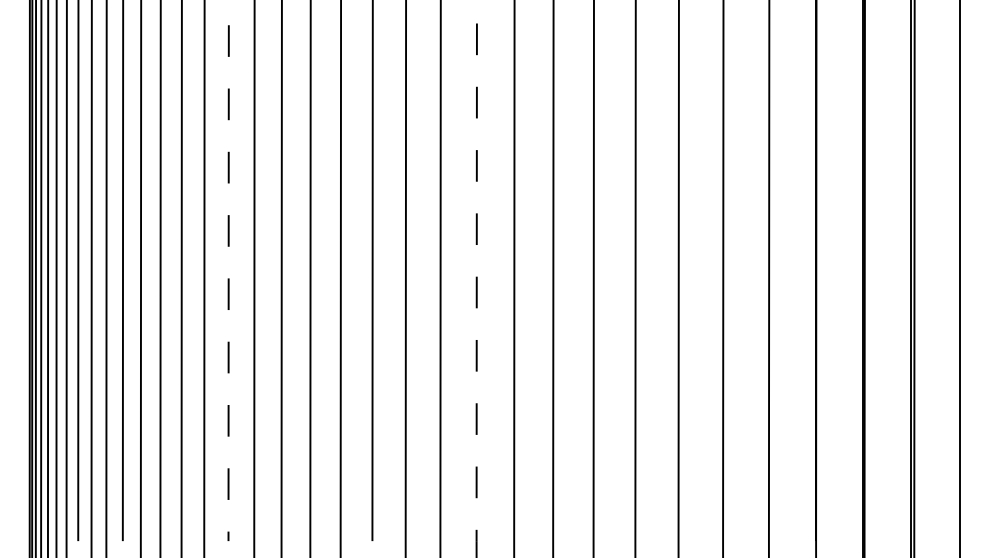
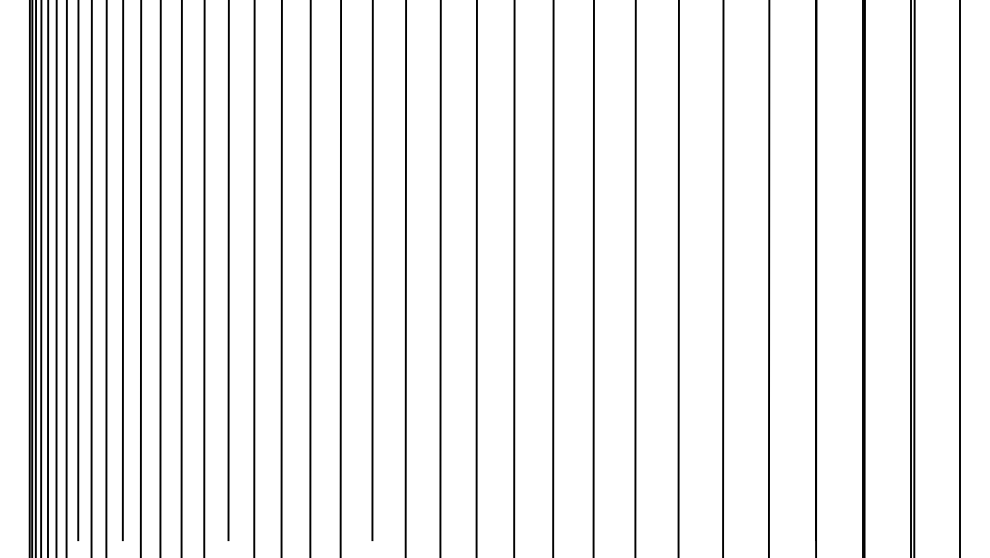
line at (228, 271): dashed -> solid
line at (476, 279): dashed -> solid
